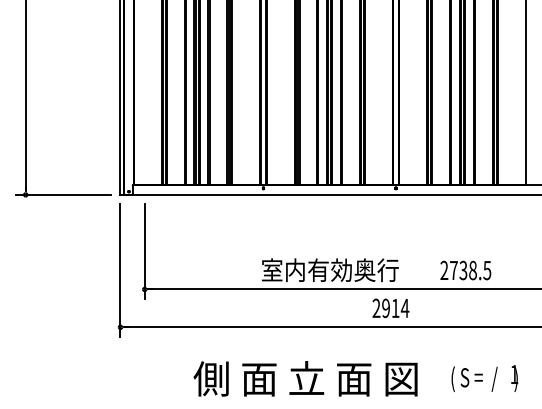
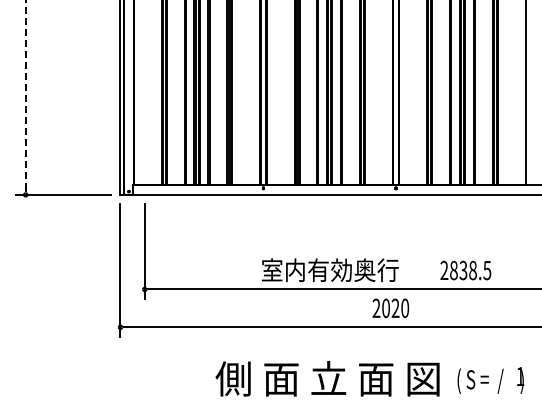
line at (25, 95): solid -> dashed
text at (453, 270): 2738.5 -> 2838.5
text at (395, 308): 2914 -> 2020
text at (305, 378) position: (305, 378) -> (327, 378)
text at (484, 378) position: (484, 378) -> (490, 380)
